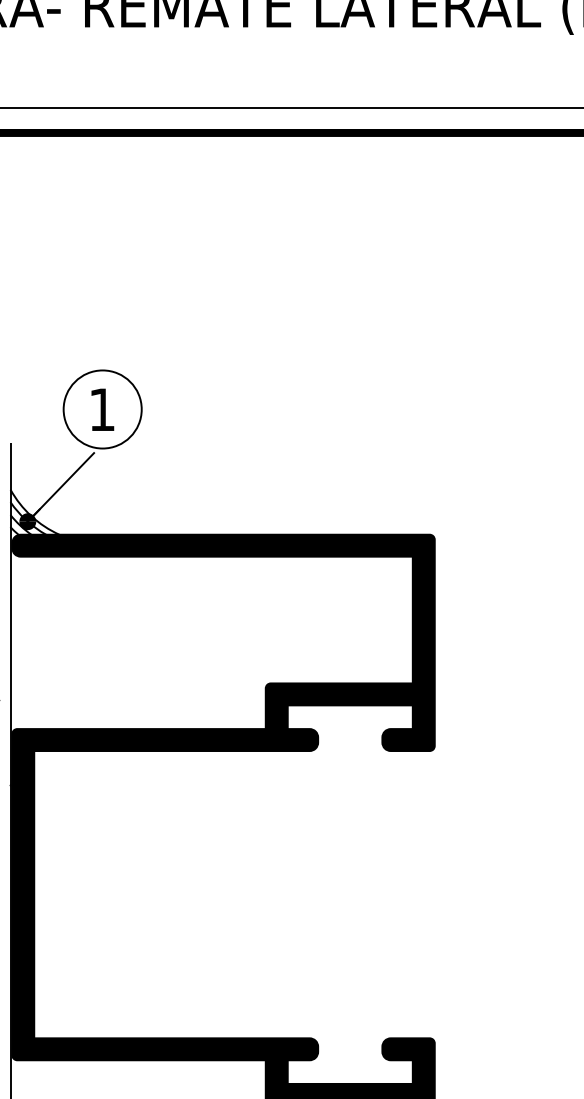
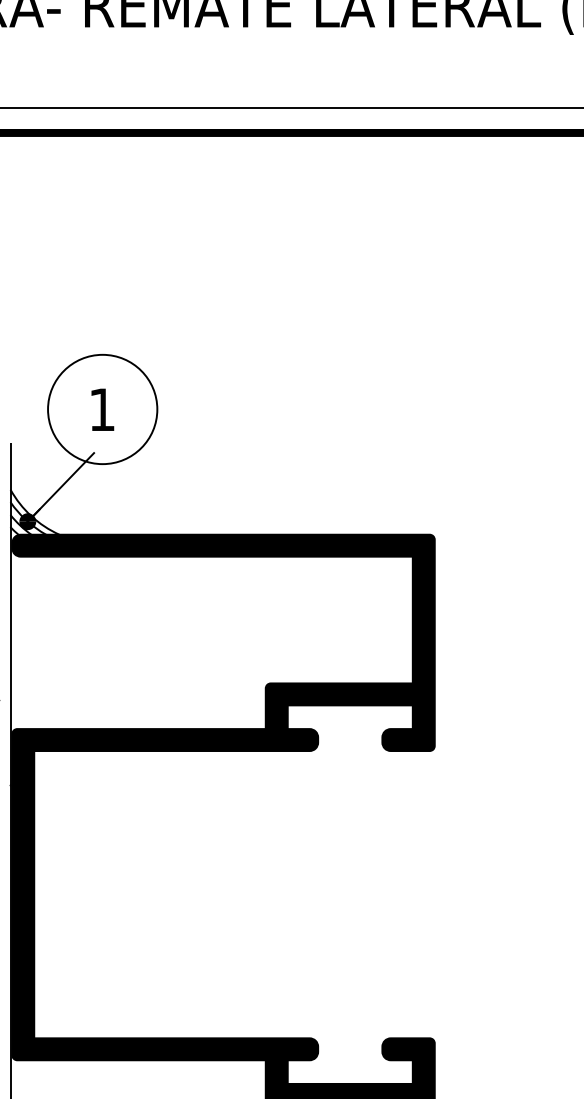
circle at (102, 409) diameter: 78 px -> 109 px
